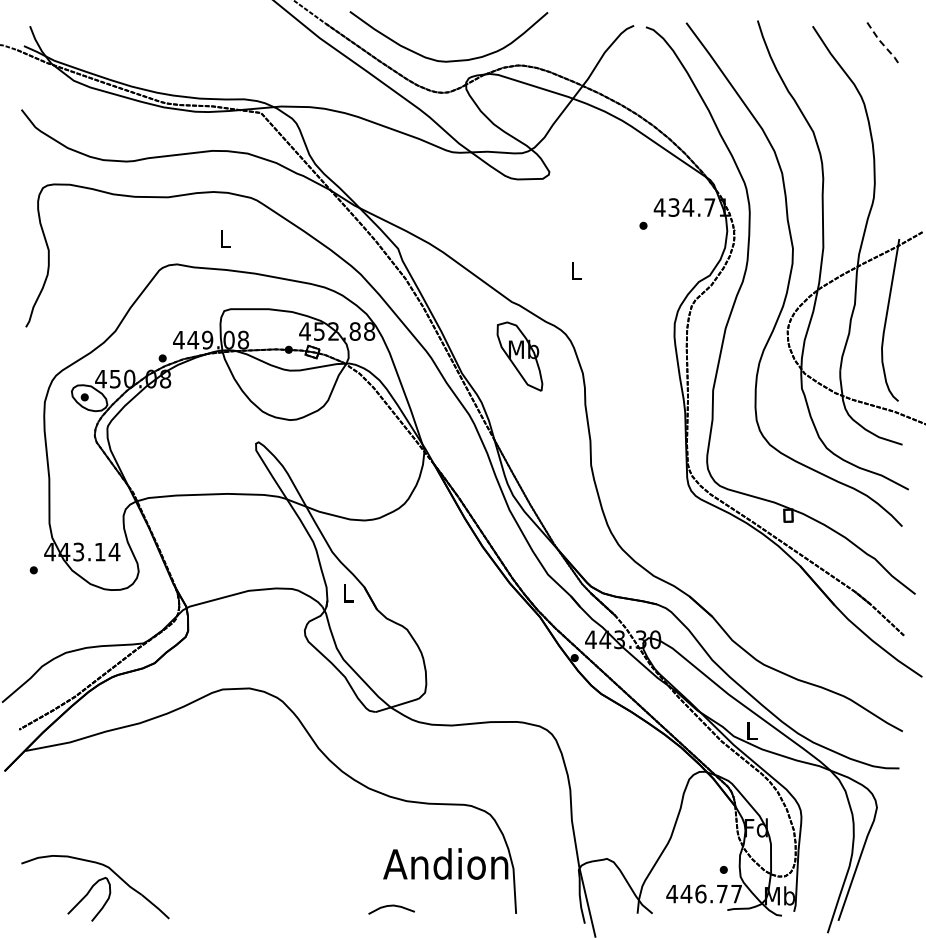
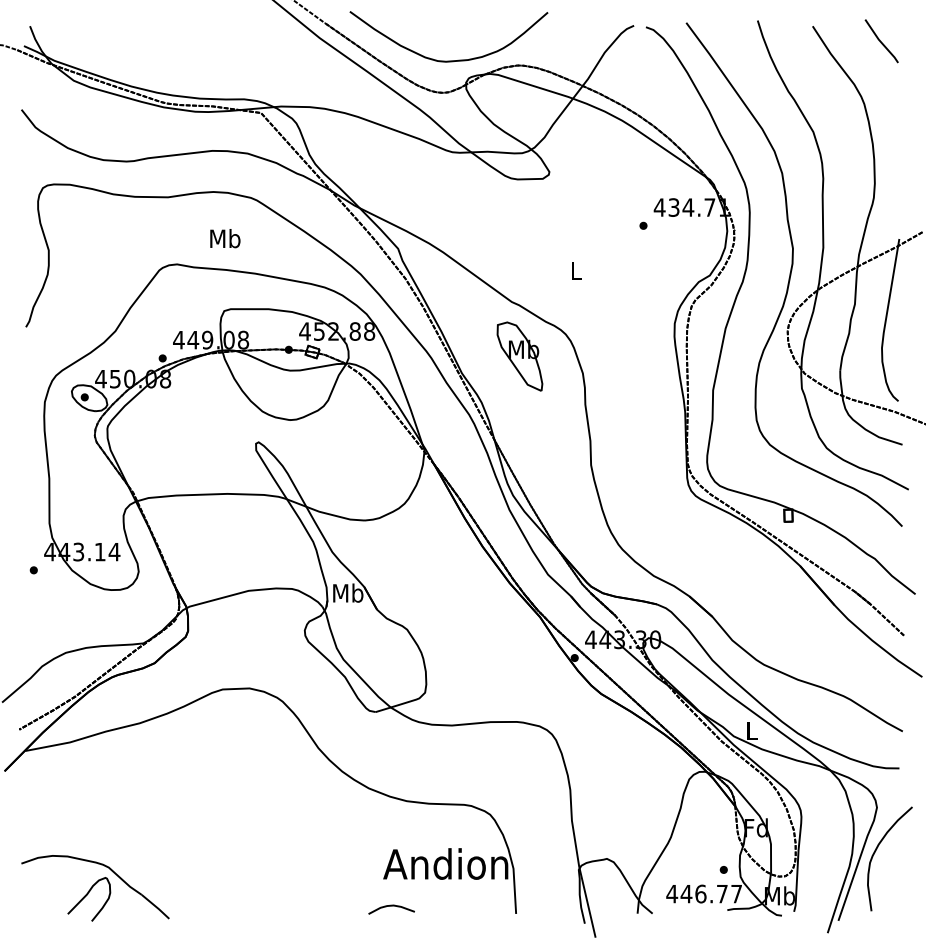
line at (880, 41): dashed -> solid
text at (225, 238): L -> Mb
text at (348, 592): L -> Mb
curve at (876, 851): none -> present
